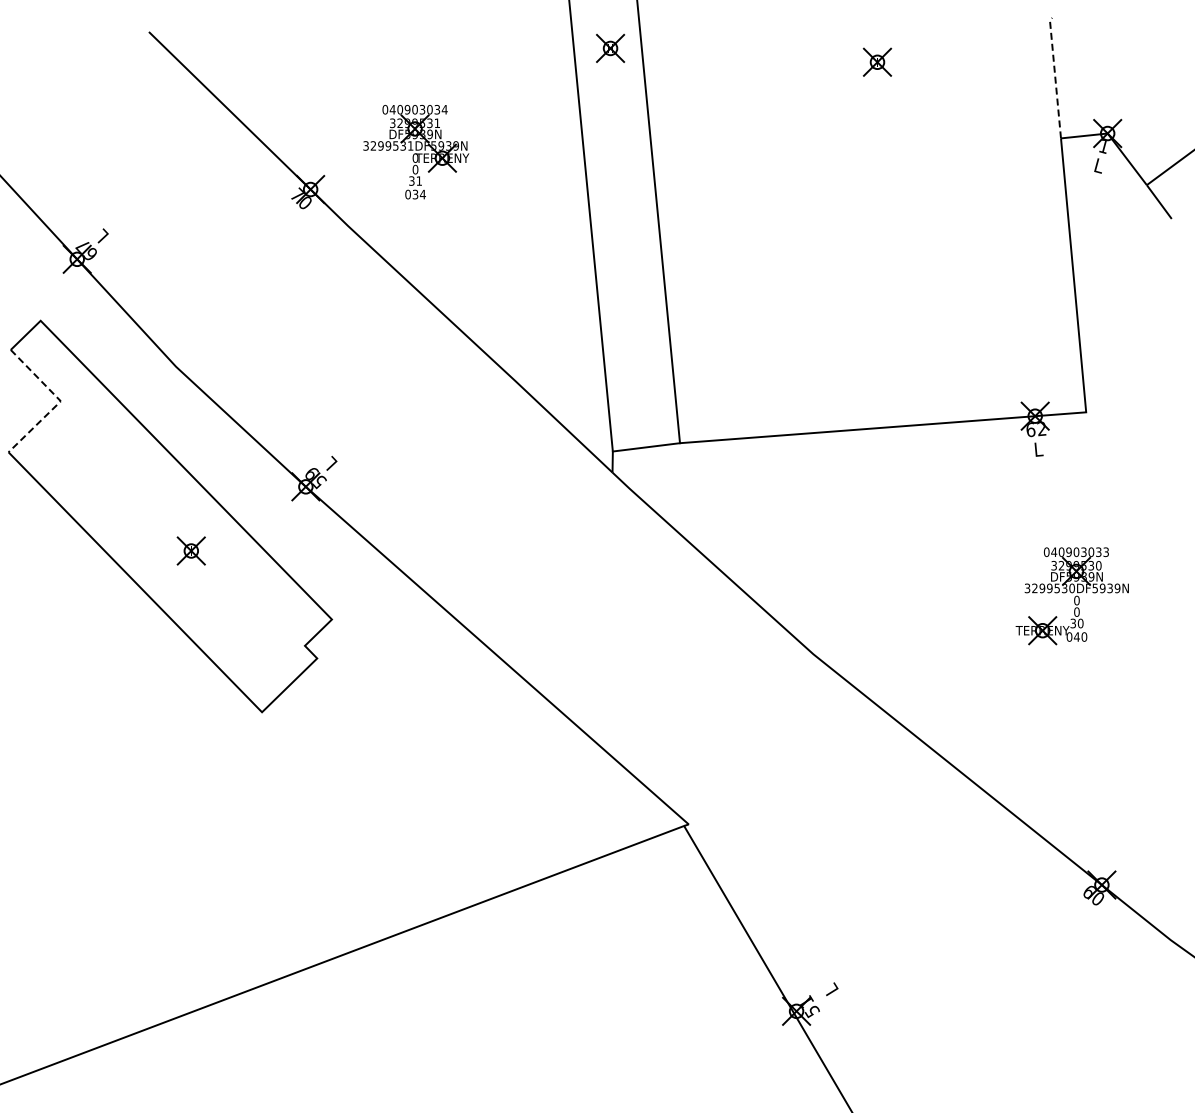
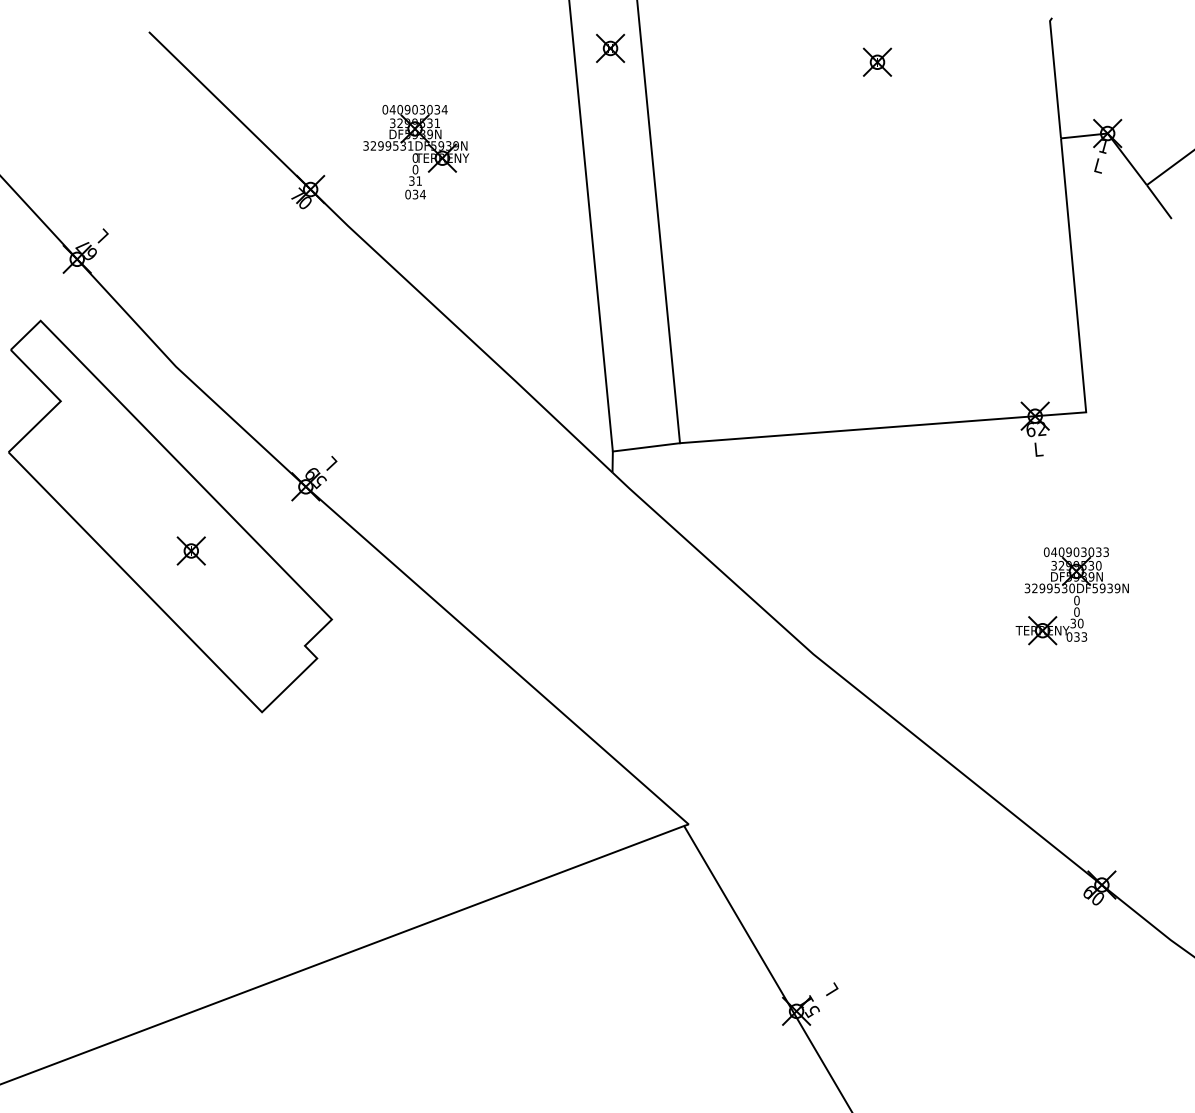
line at (1055, 76): dashed -> solid
line at (60, 401): dashed -> solid
text at (1080, 636): 040 -> 033
